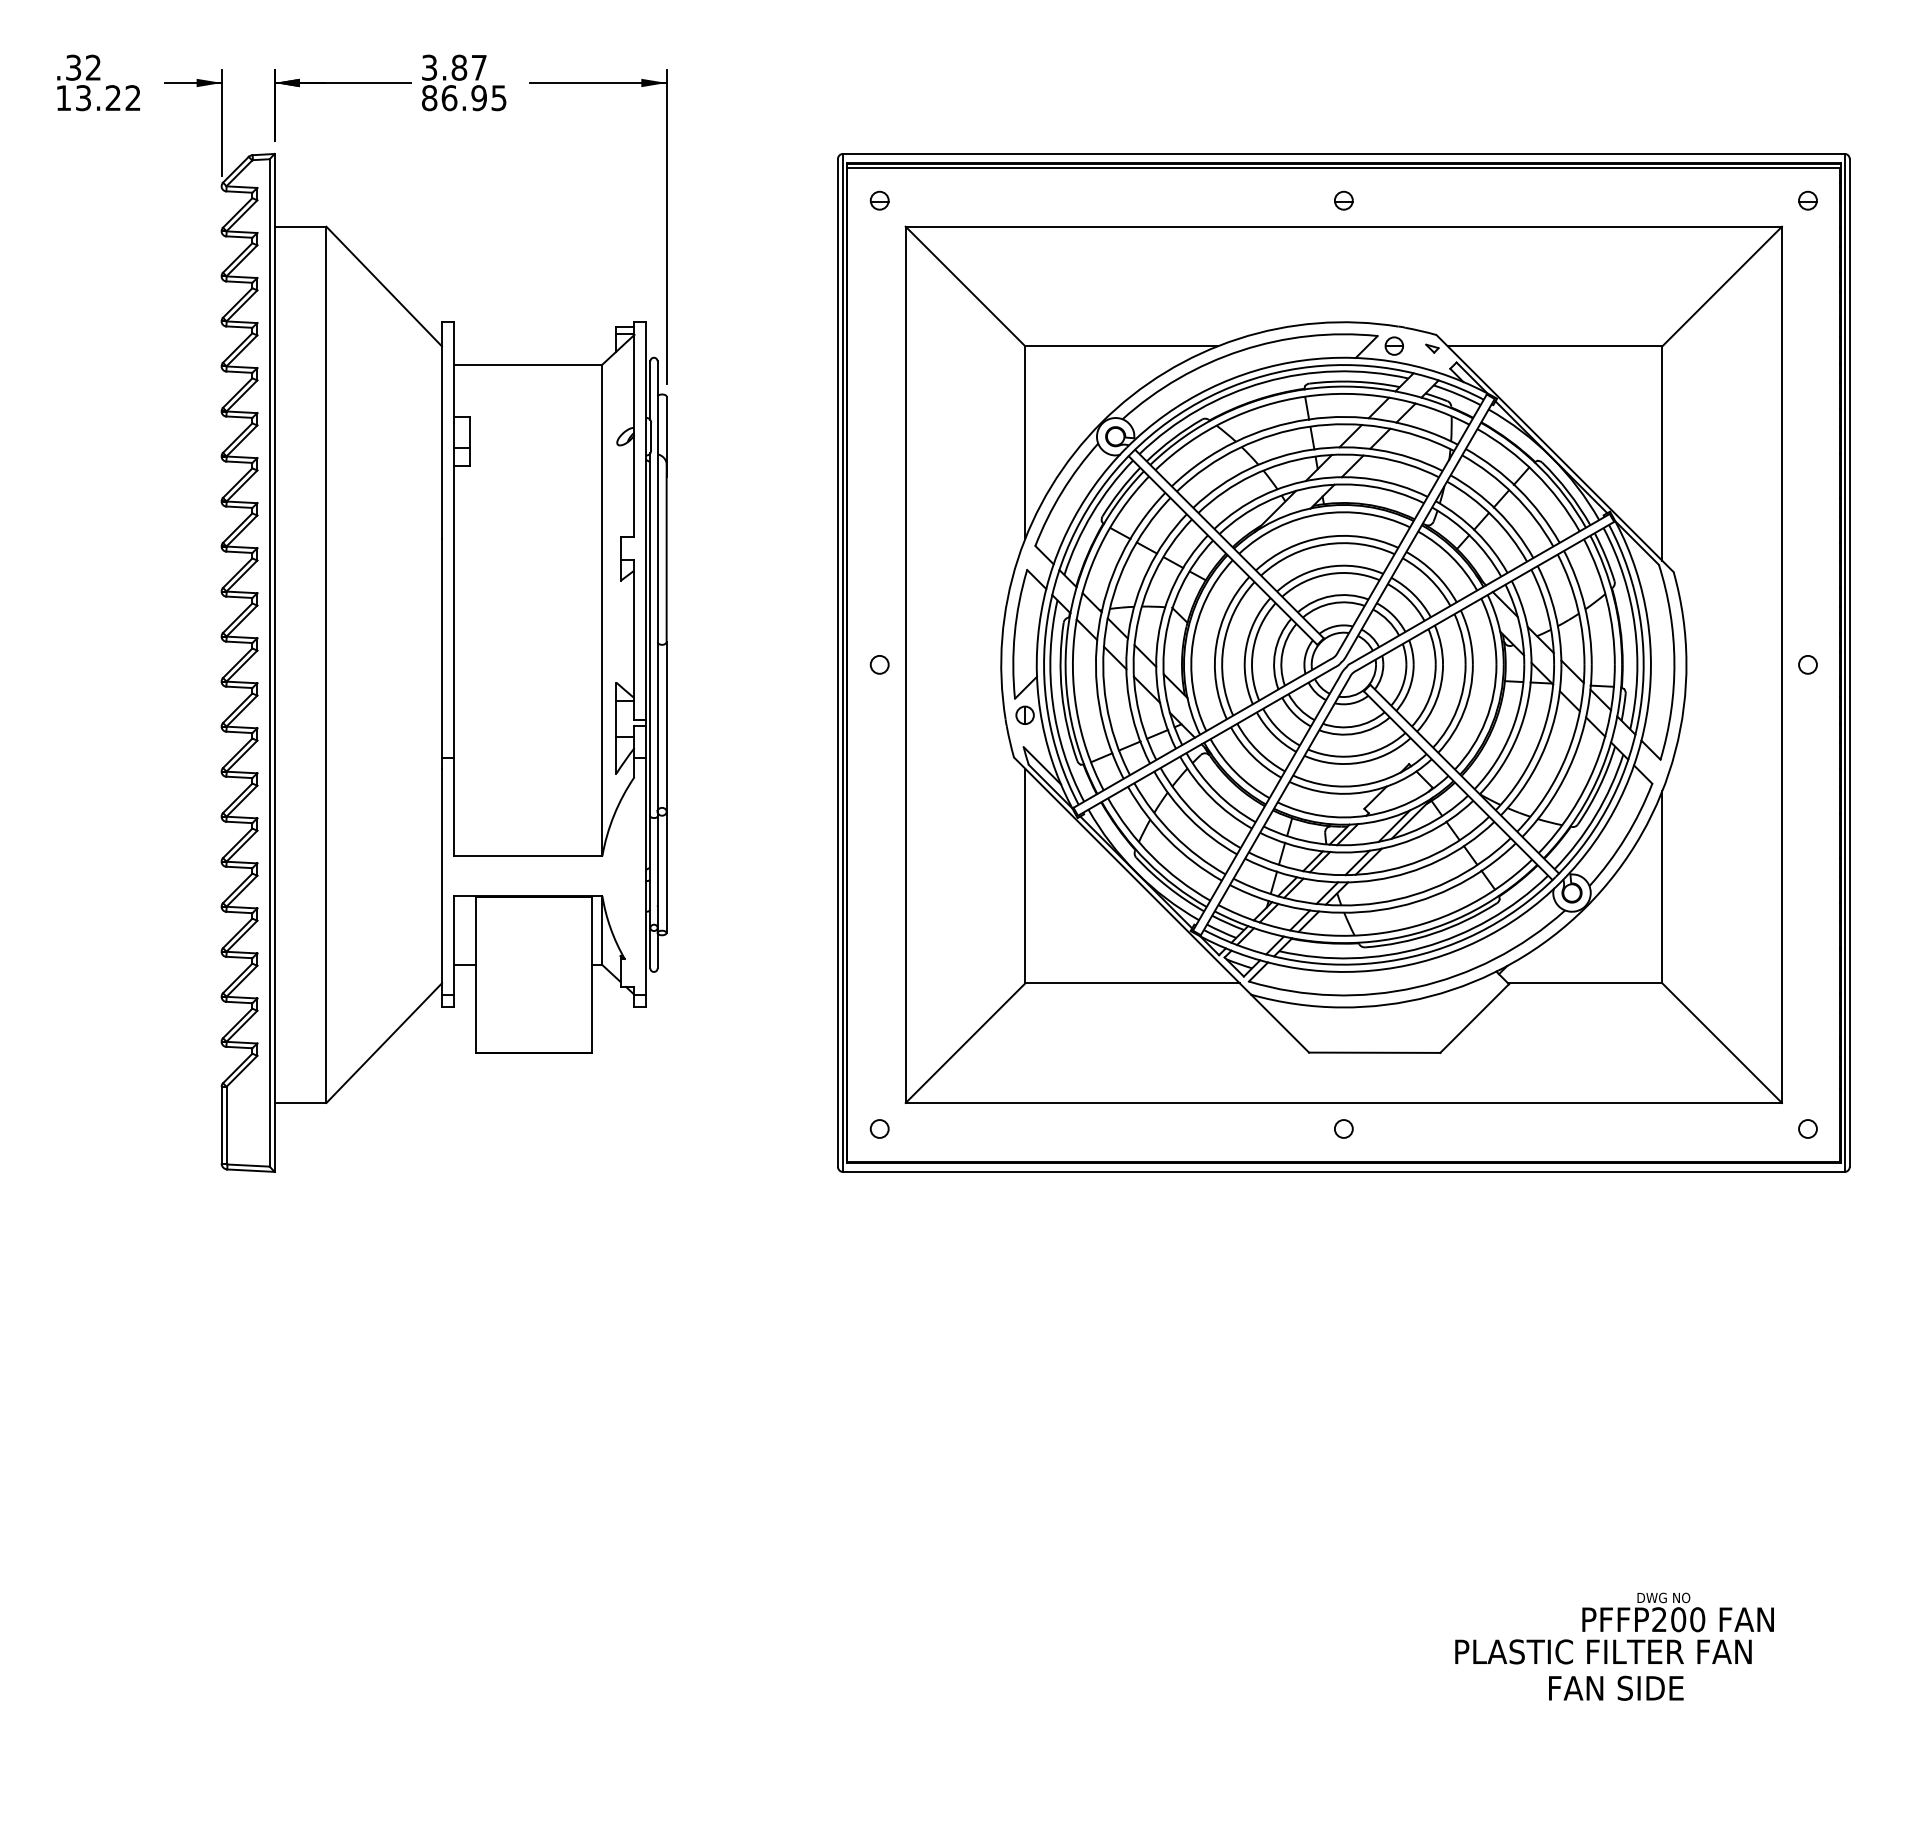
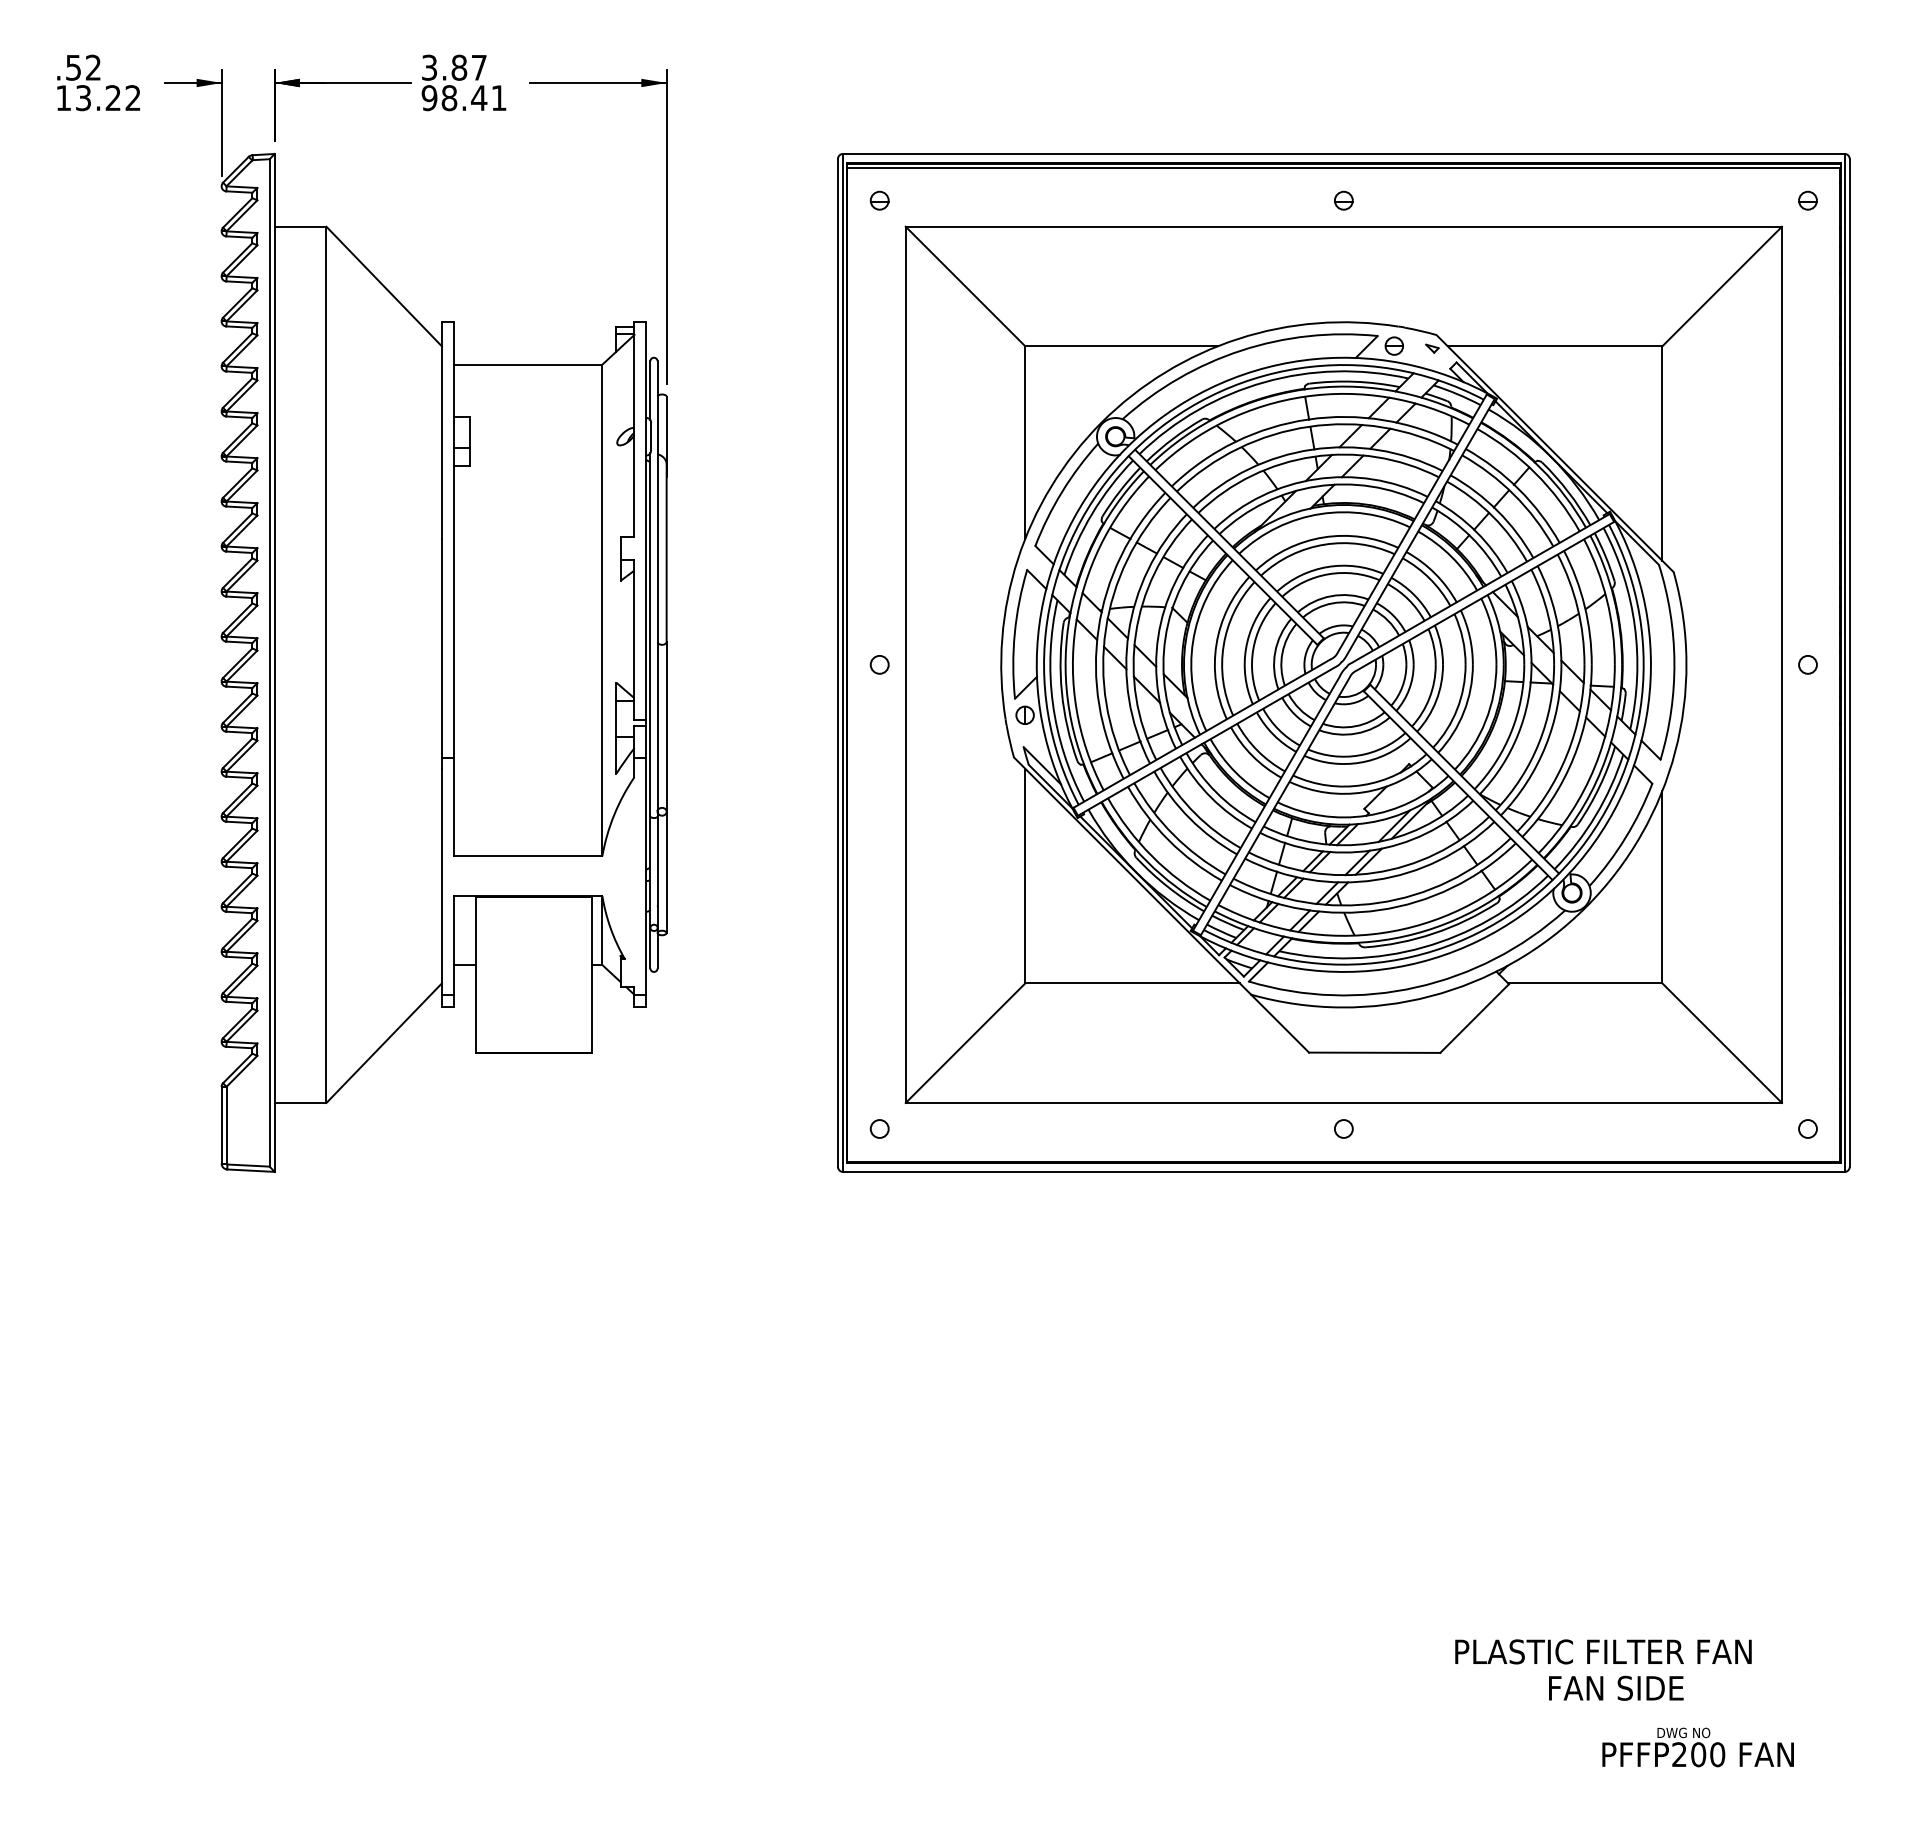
text at (73, 67): .32 -> .52
text at (463, 98): 86.95 -> 98.41
text at (1677, 1612) position: (1677, 1612) -> (1697, 1747)
